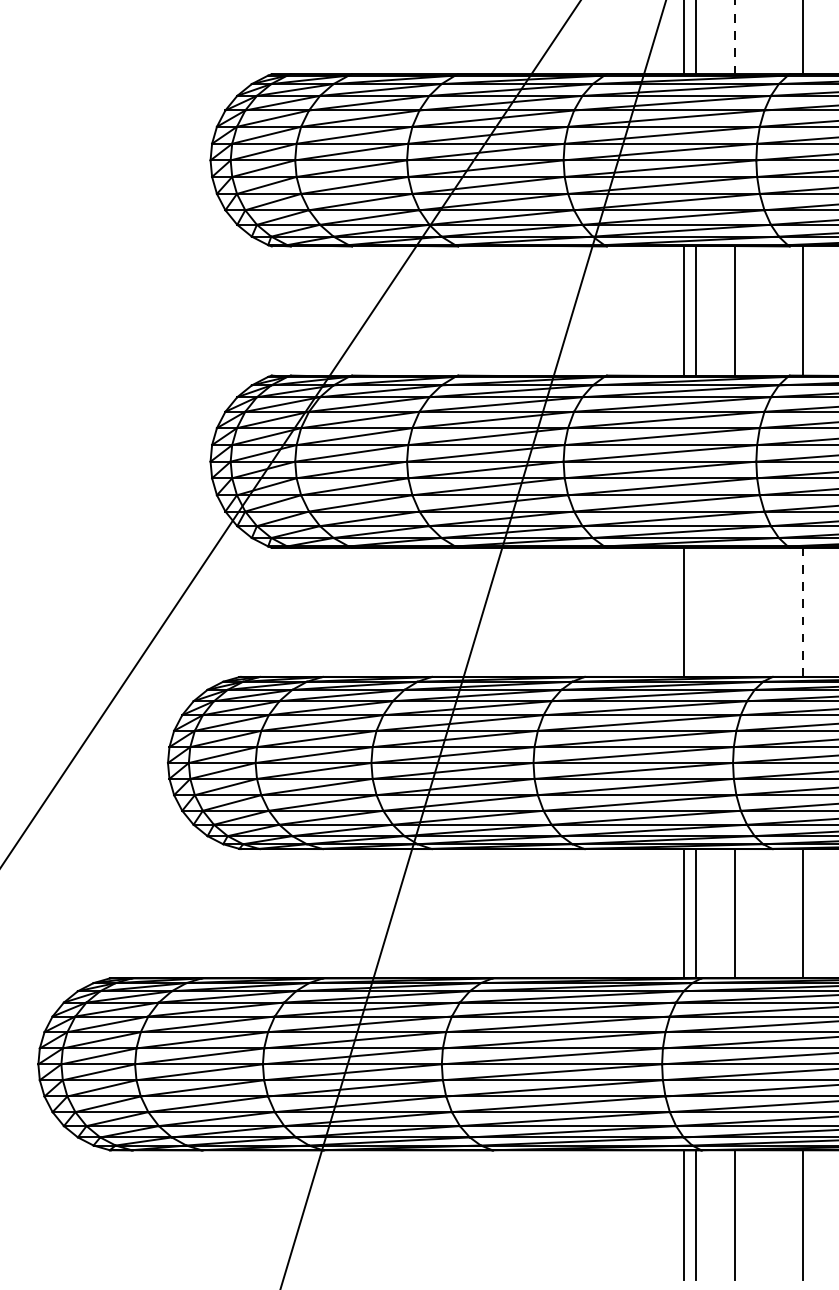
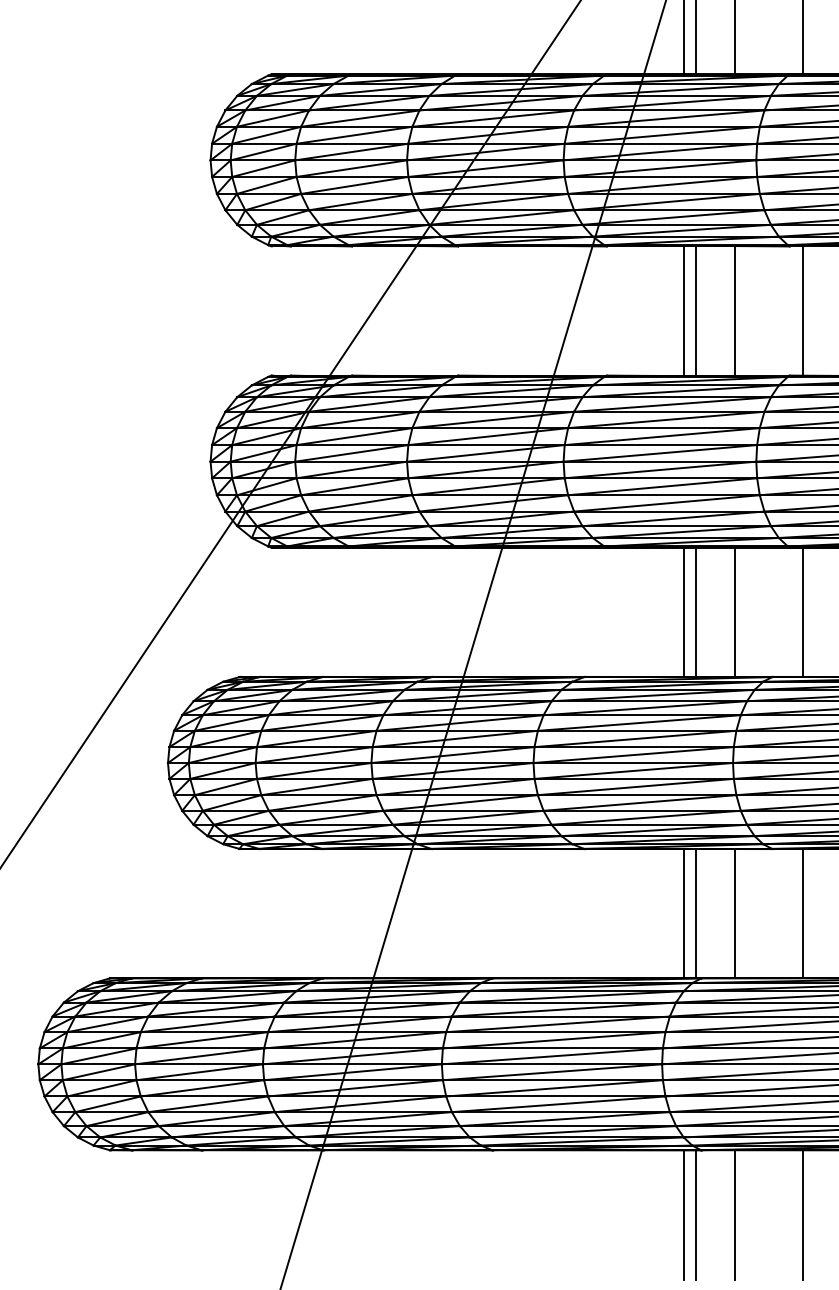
line at (735, 37): dashed -> solid
line at (696, 611): none -> present
line at (735, 611): none -> present
line at (803, 612): dashed -> solid
